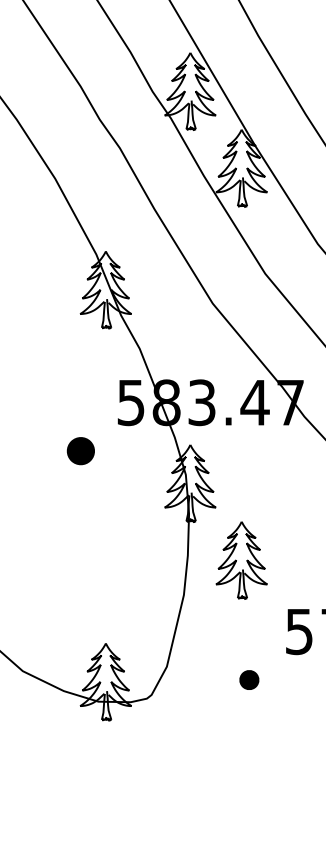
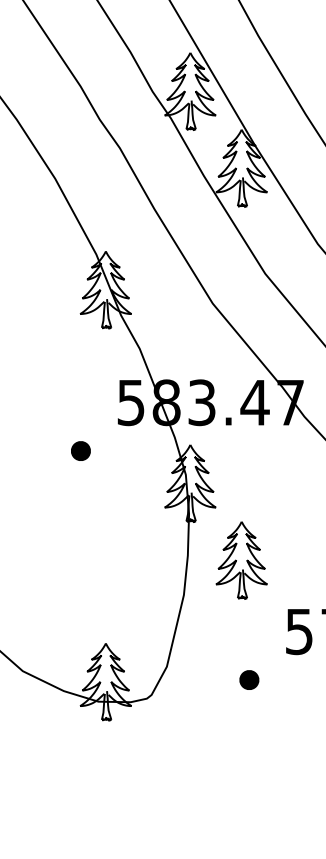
part at (80, 451) size: 29x29 px -> 20x20 px
